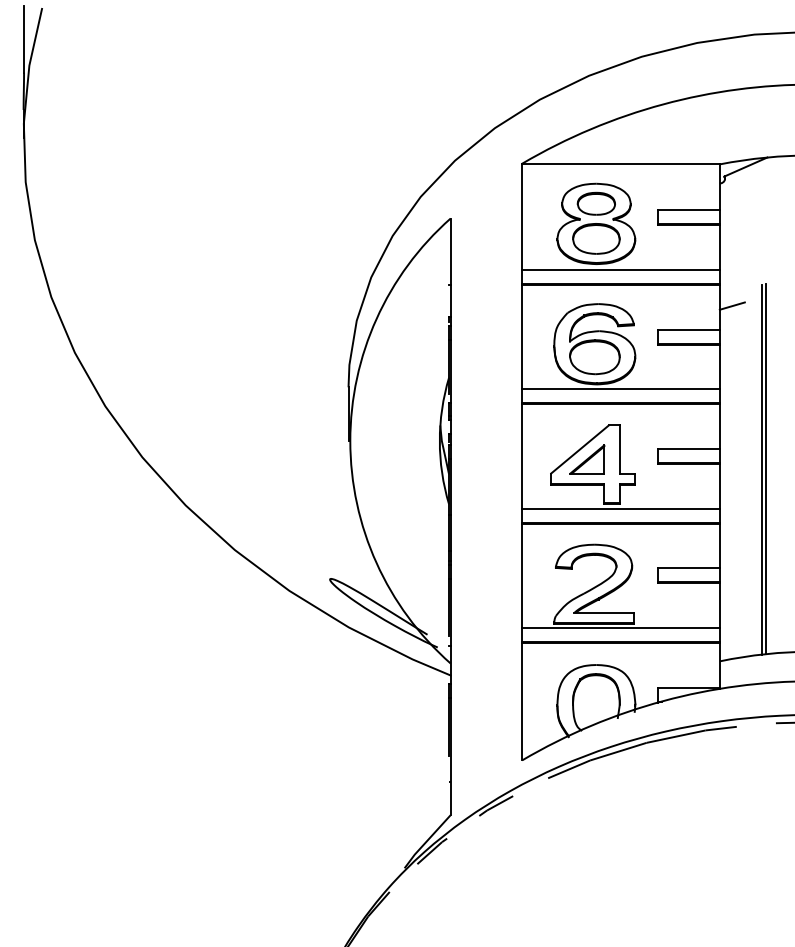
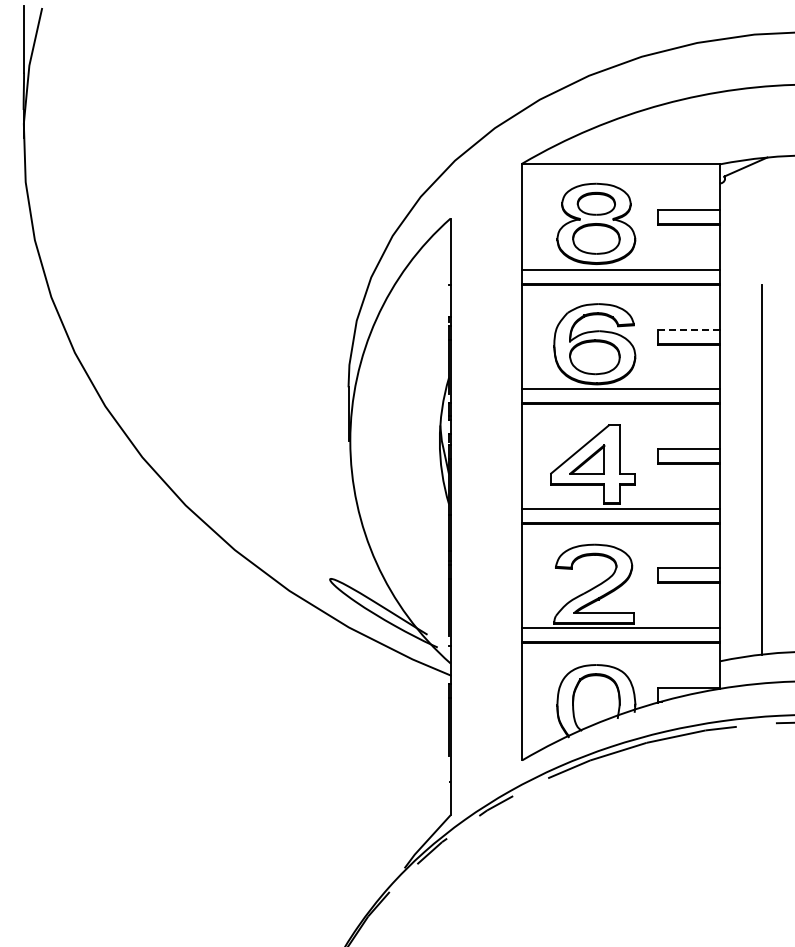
line at (731, 305): present -> none
line at (688, 329): solid -> dashed
line at (766, 468): present -> none
